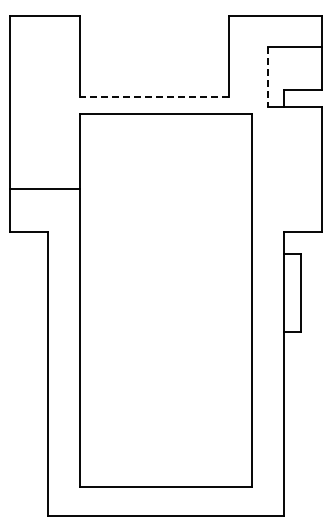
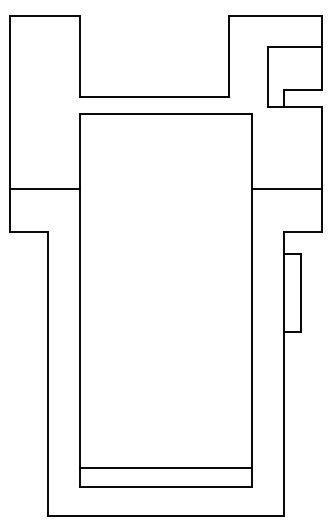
line at (268, 76): dashed -> solid
line at (154, 96): dashed -> solid
line at (286, 189): none -> present
line at (165, 468): none -> present
